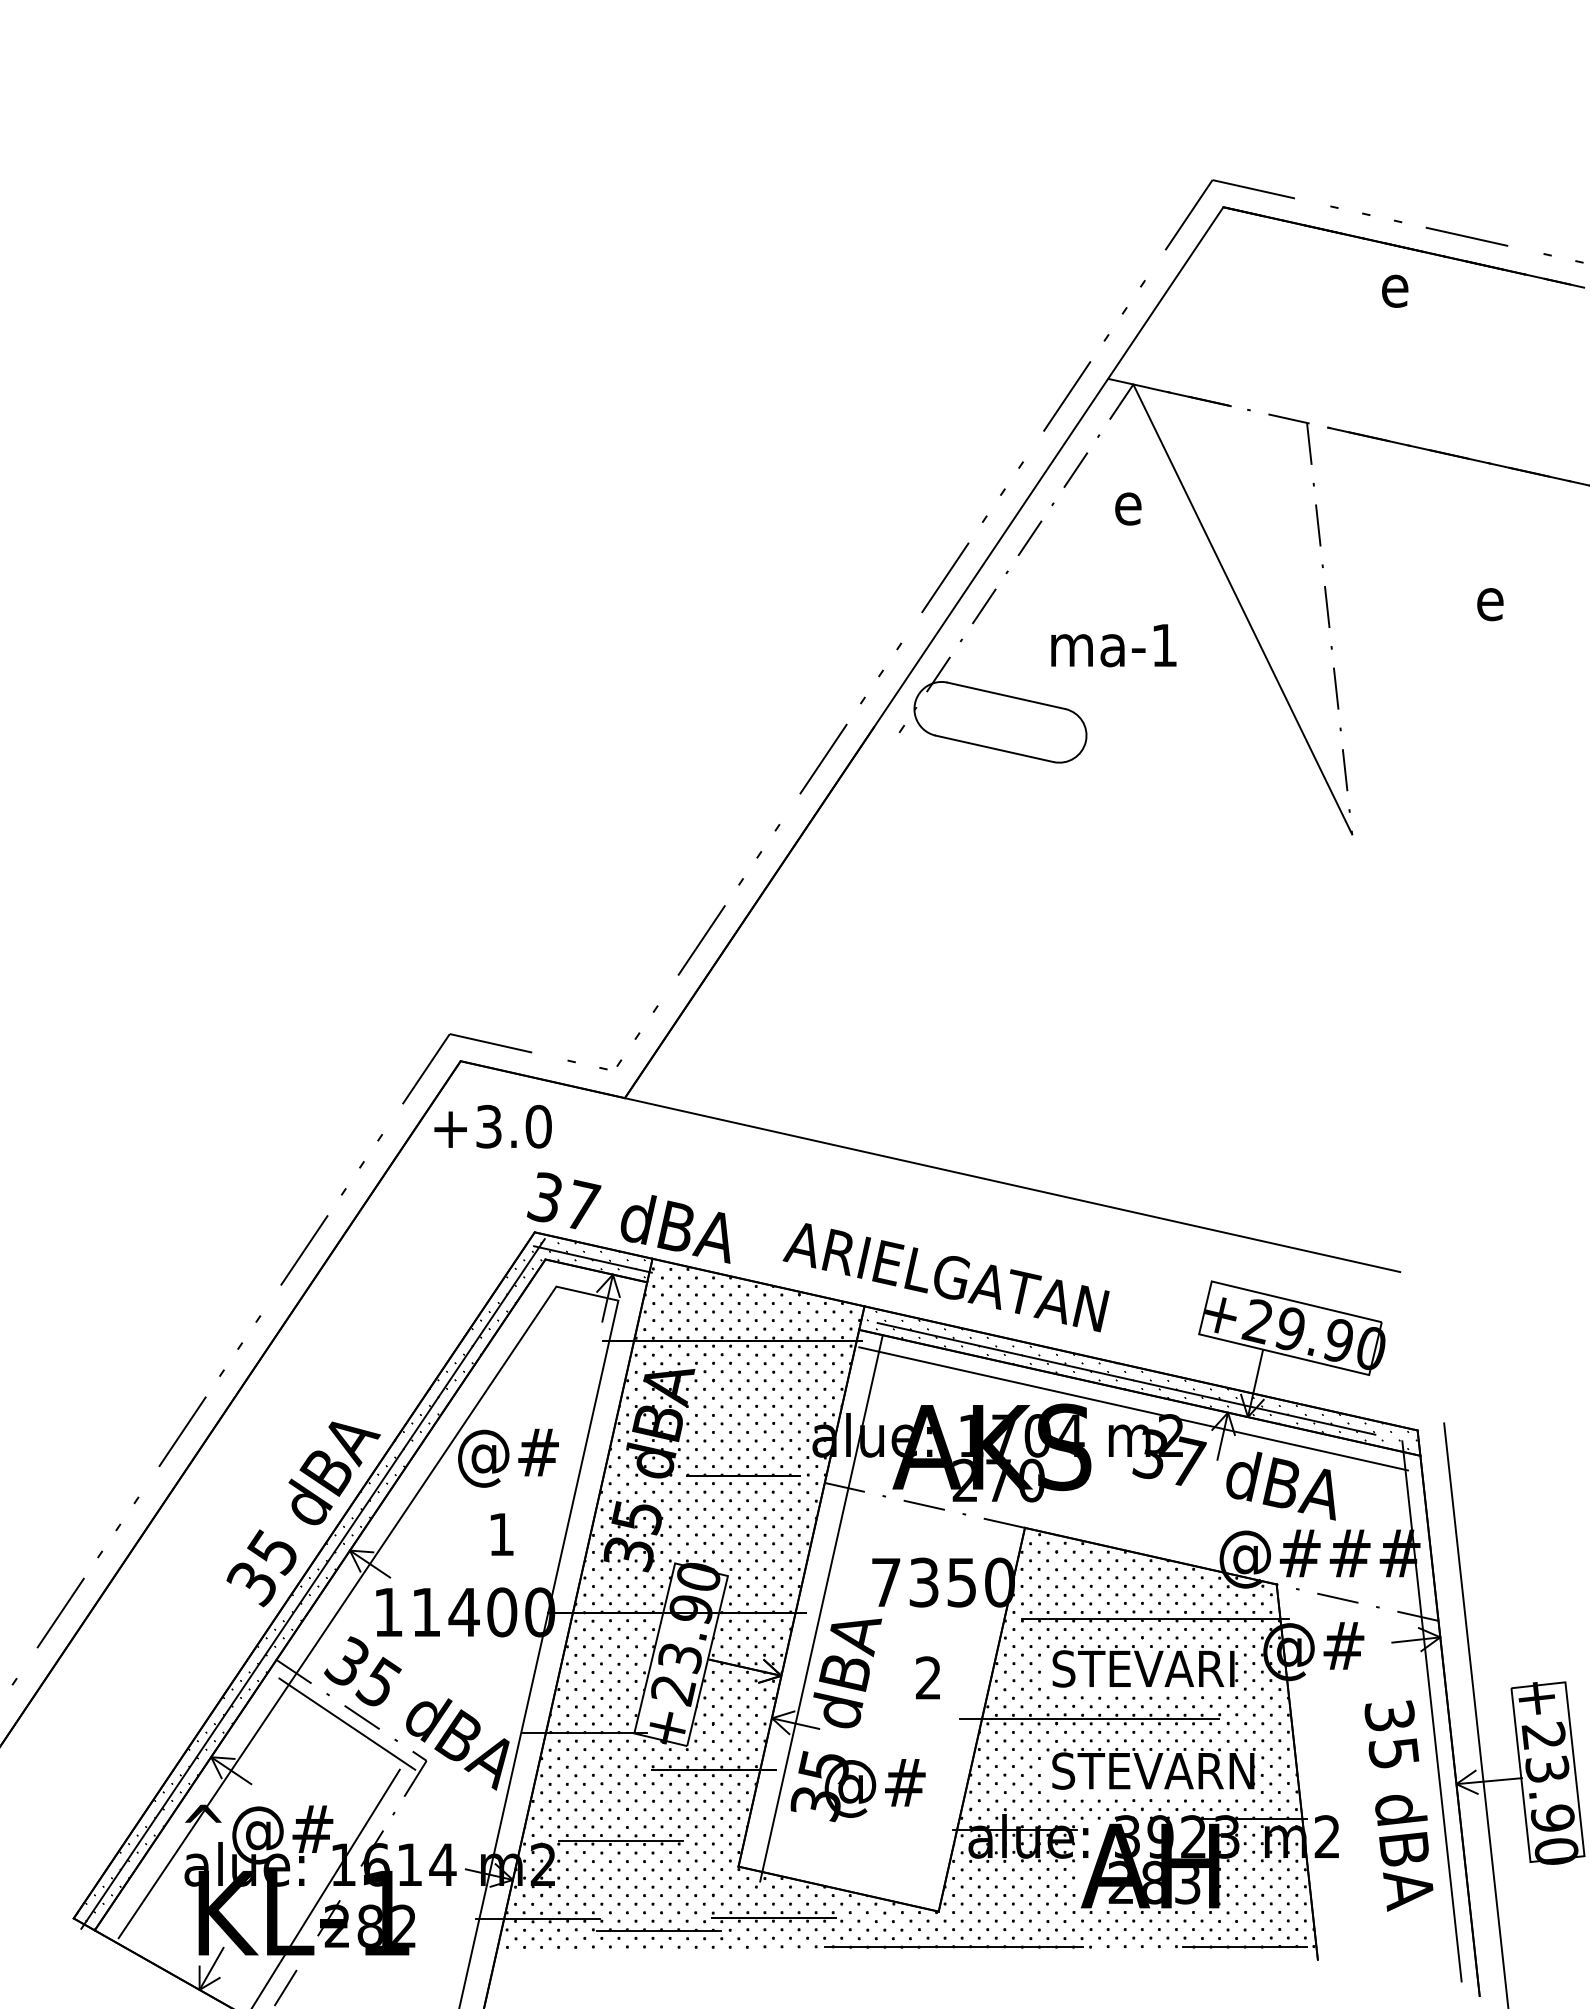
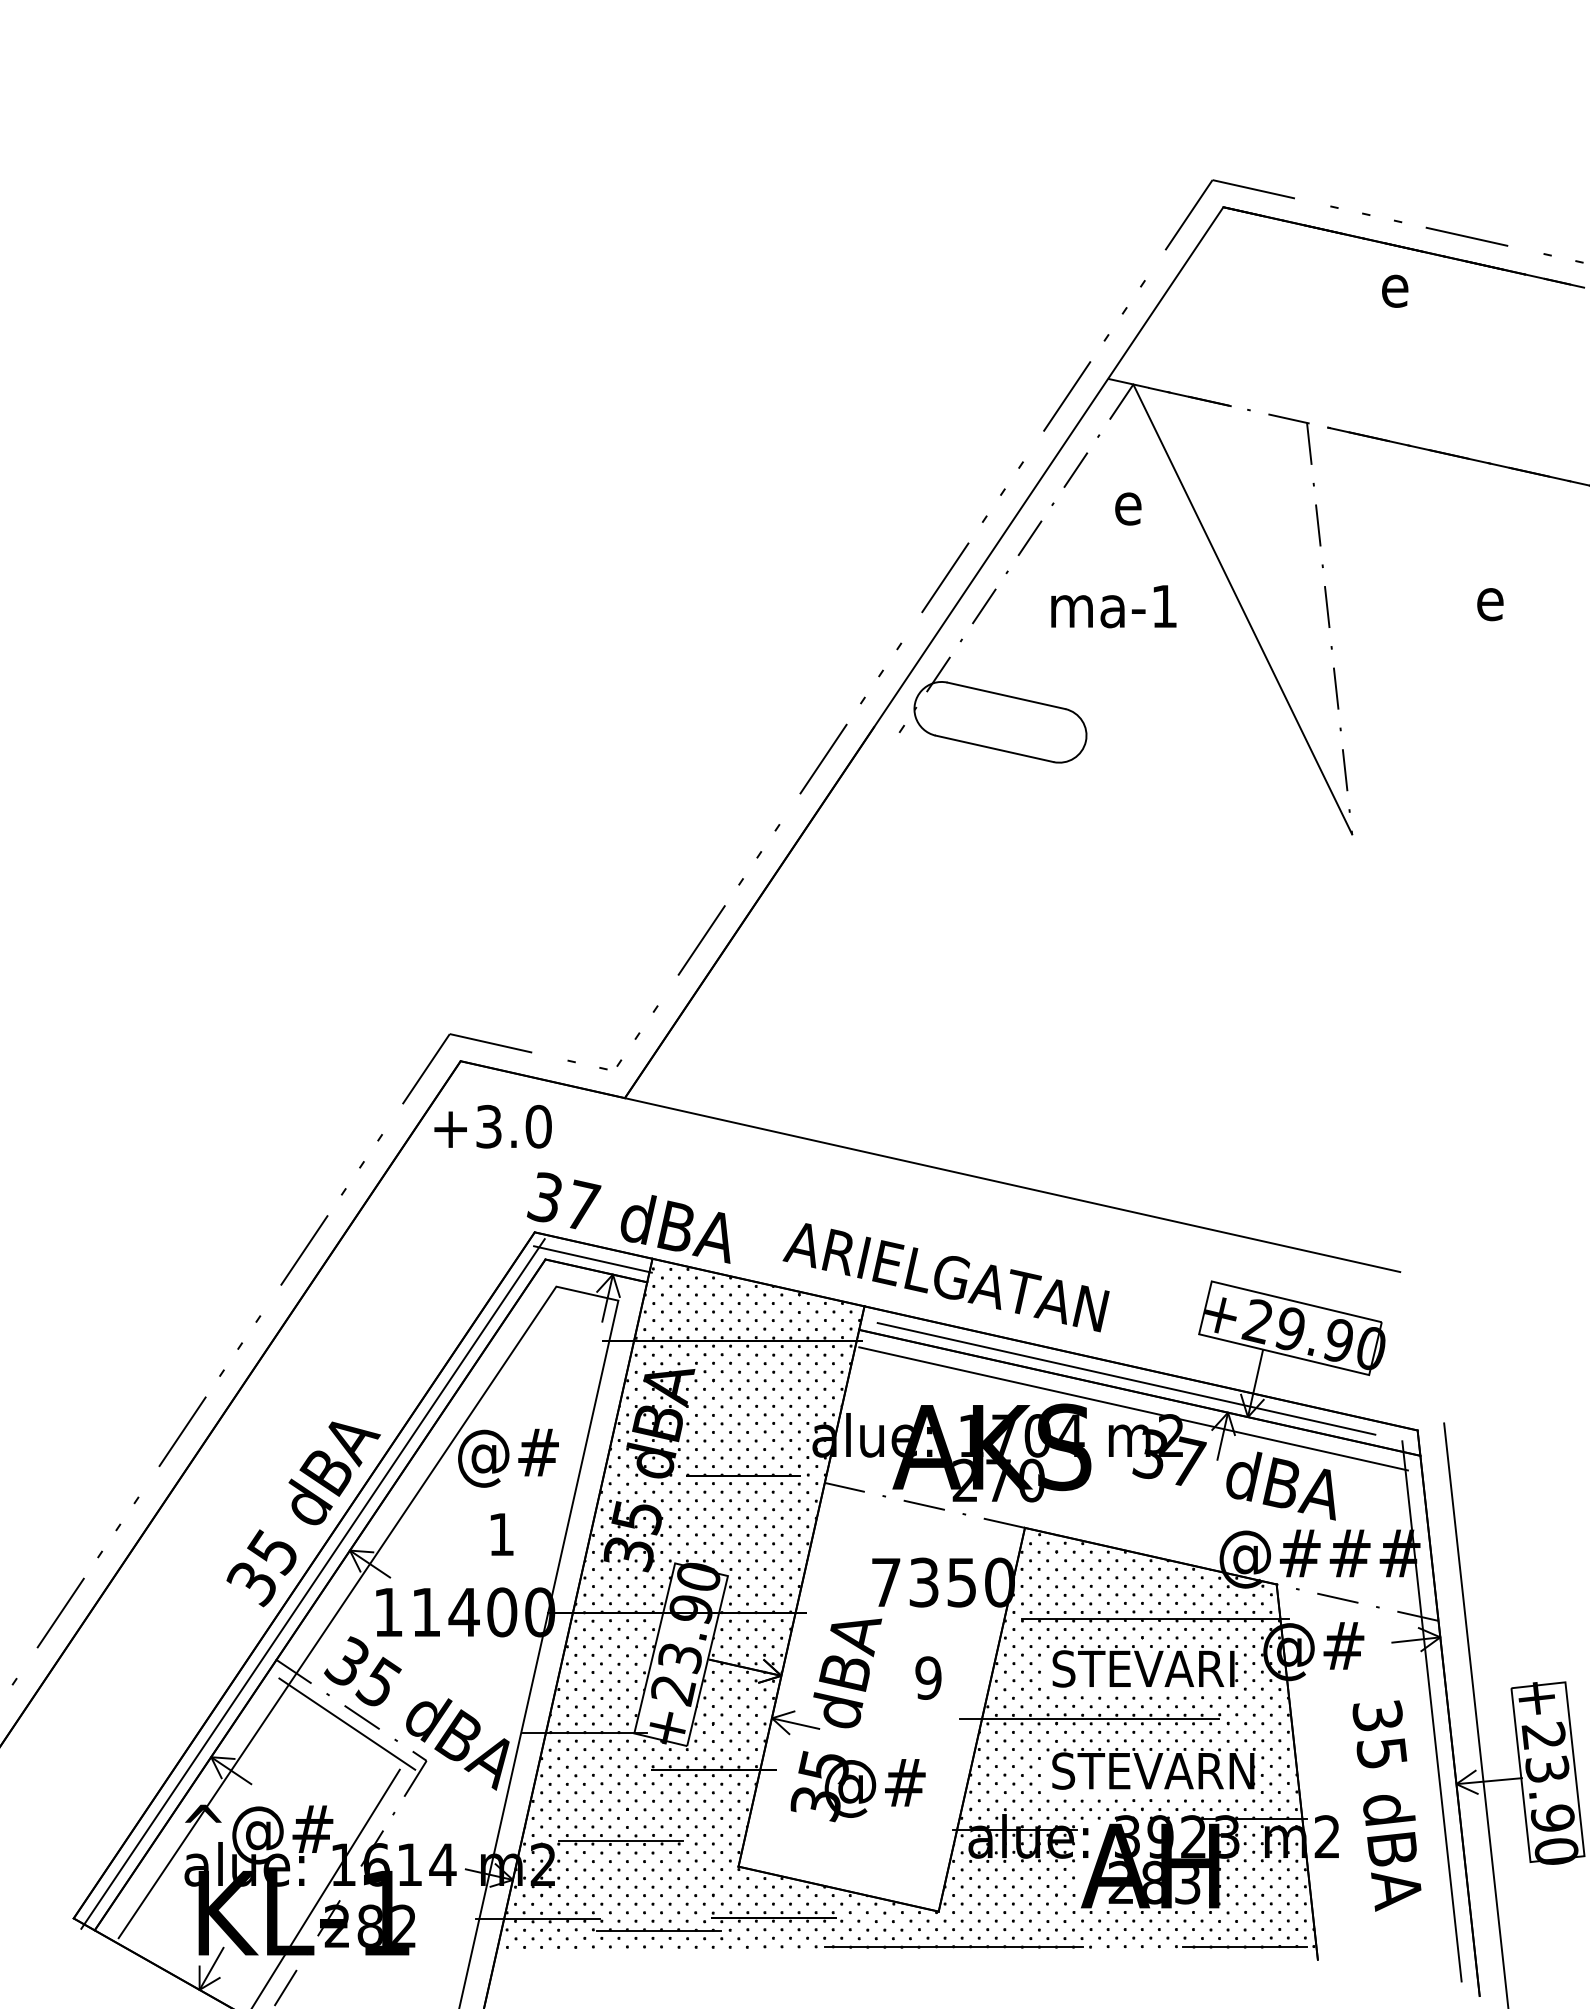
text at (1113, 645) position: (1113, 645) -> (1113, 606)
hatch at (1138, 1380): present -> none
hatch at (361, 1585): present -> none
line at (821, 1608): present -> none
text at (928, 1677): 2 -> 9
text at (1398, 1805) position: (1398, 1805) -> (1386, 1805)
